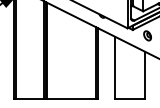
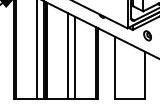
line at (36, 50): none -> present
line at (68, 55): none -> present
line at (75, 57): none -> present
